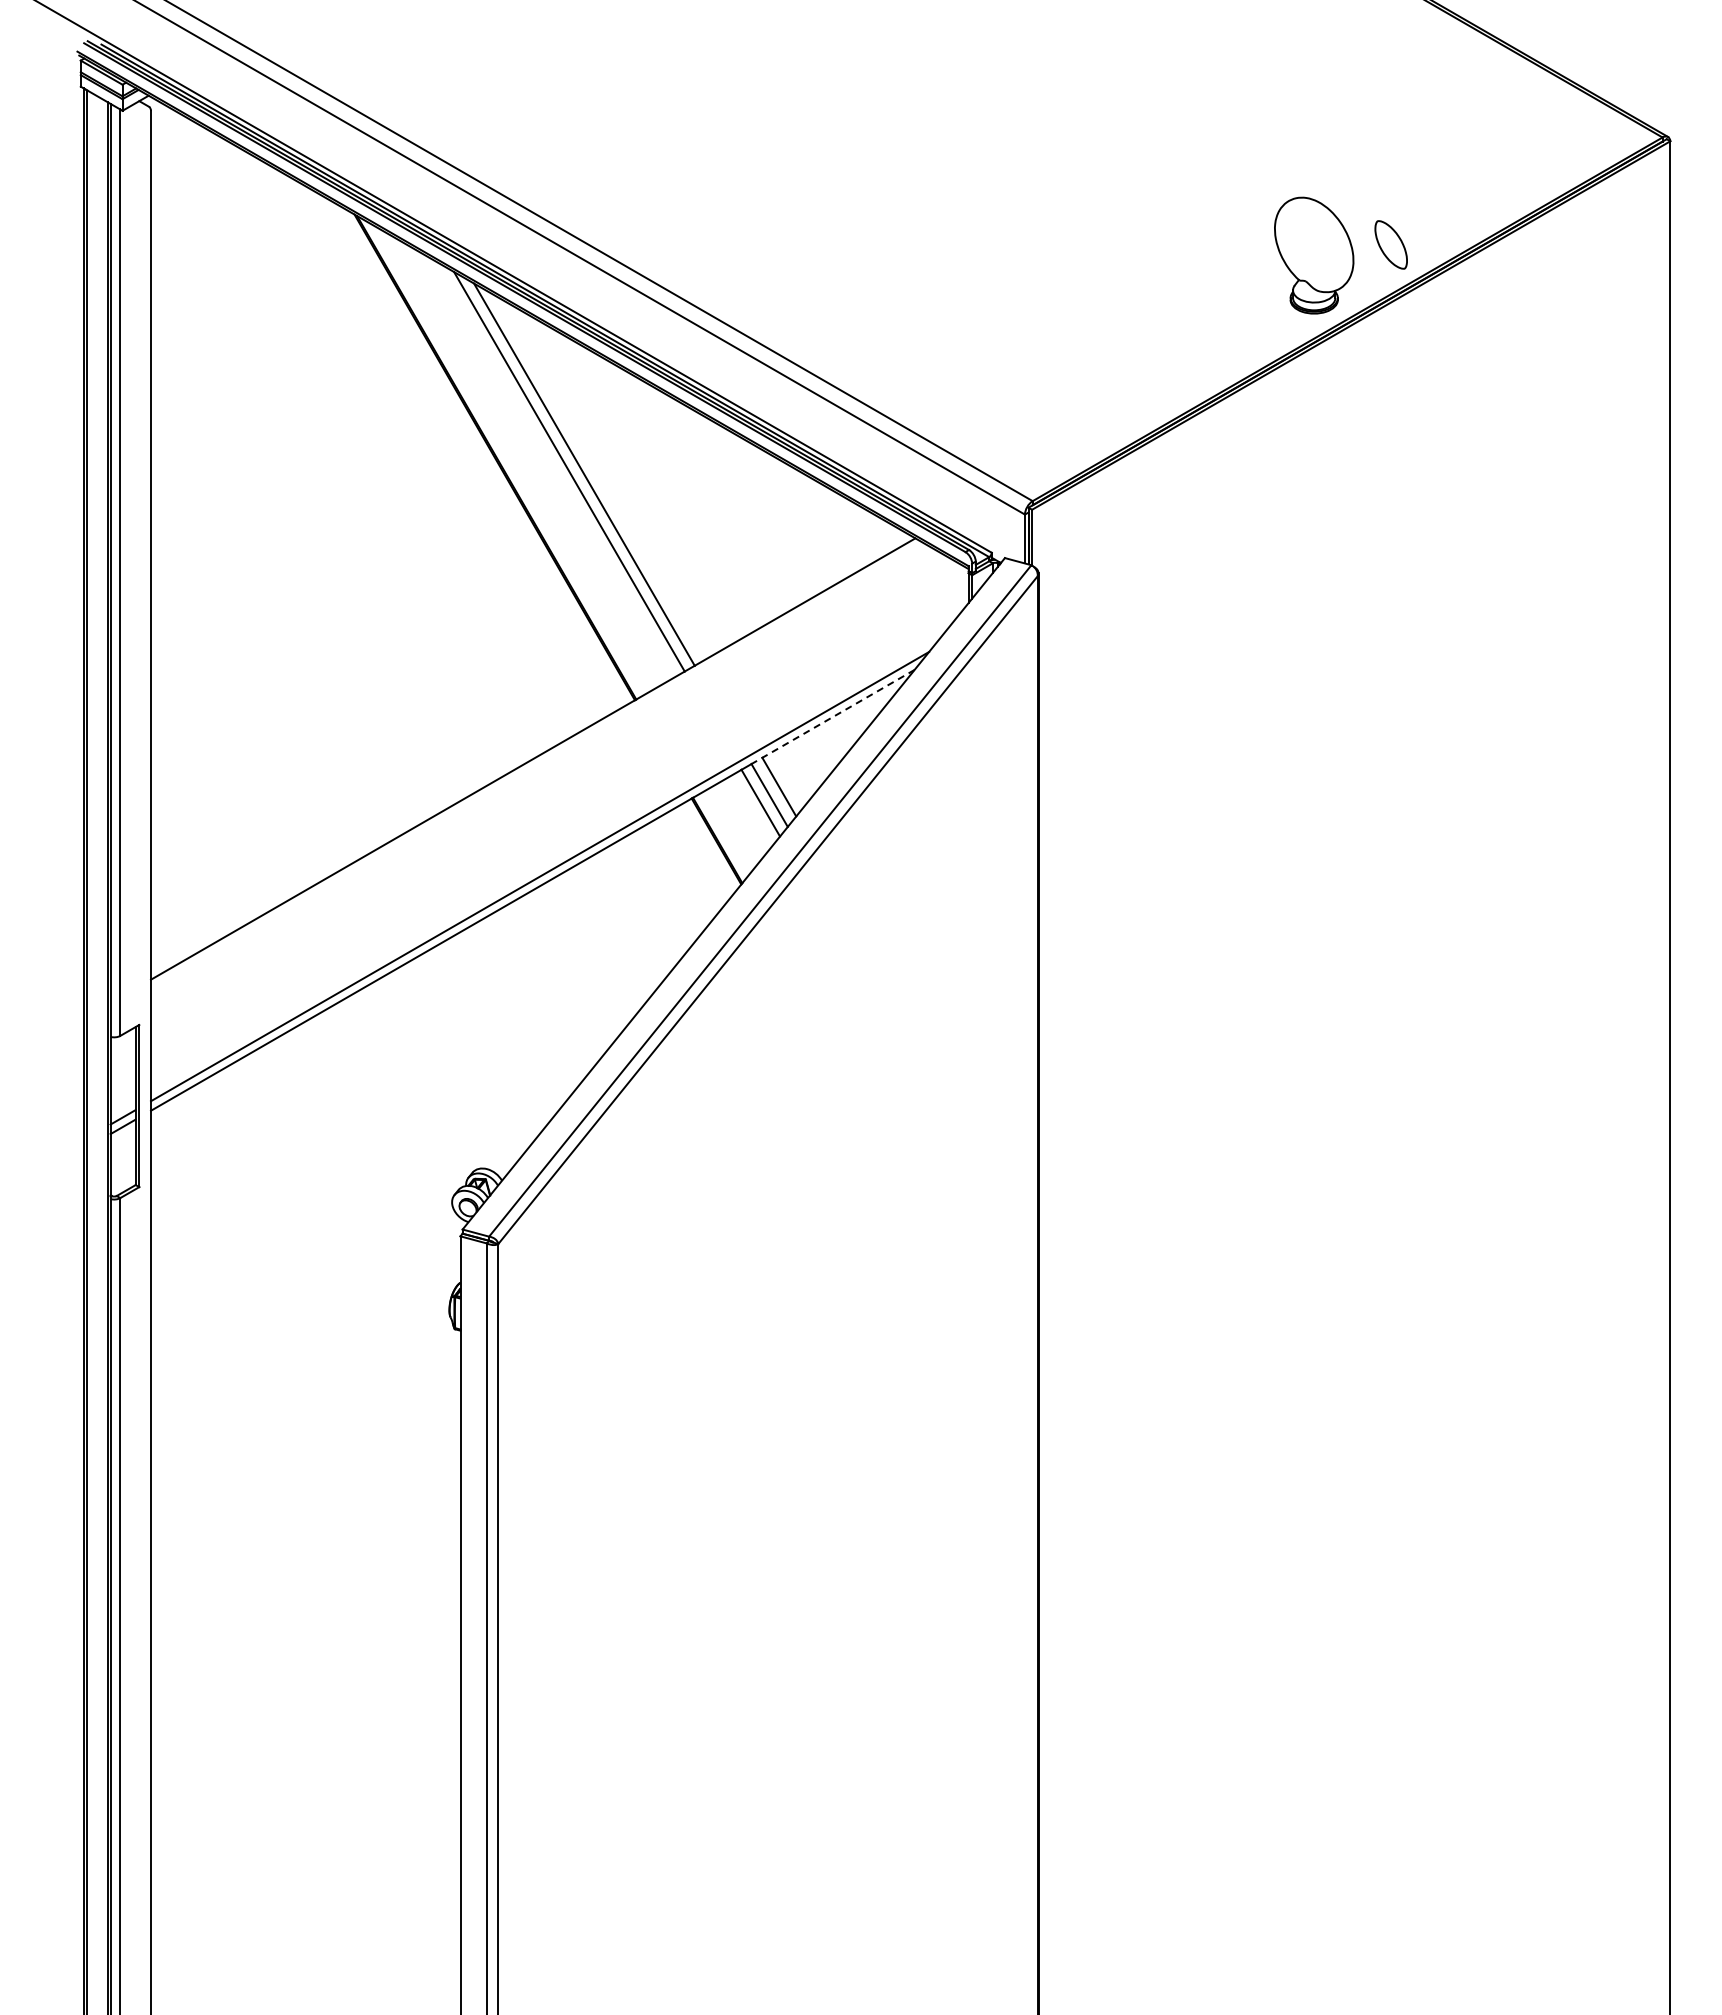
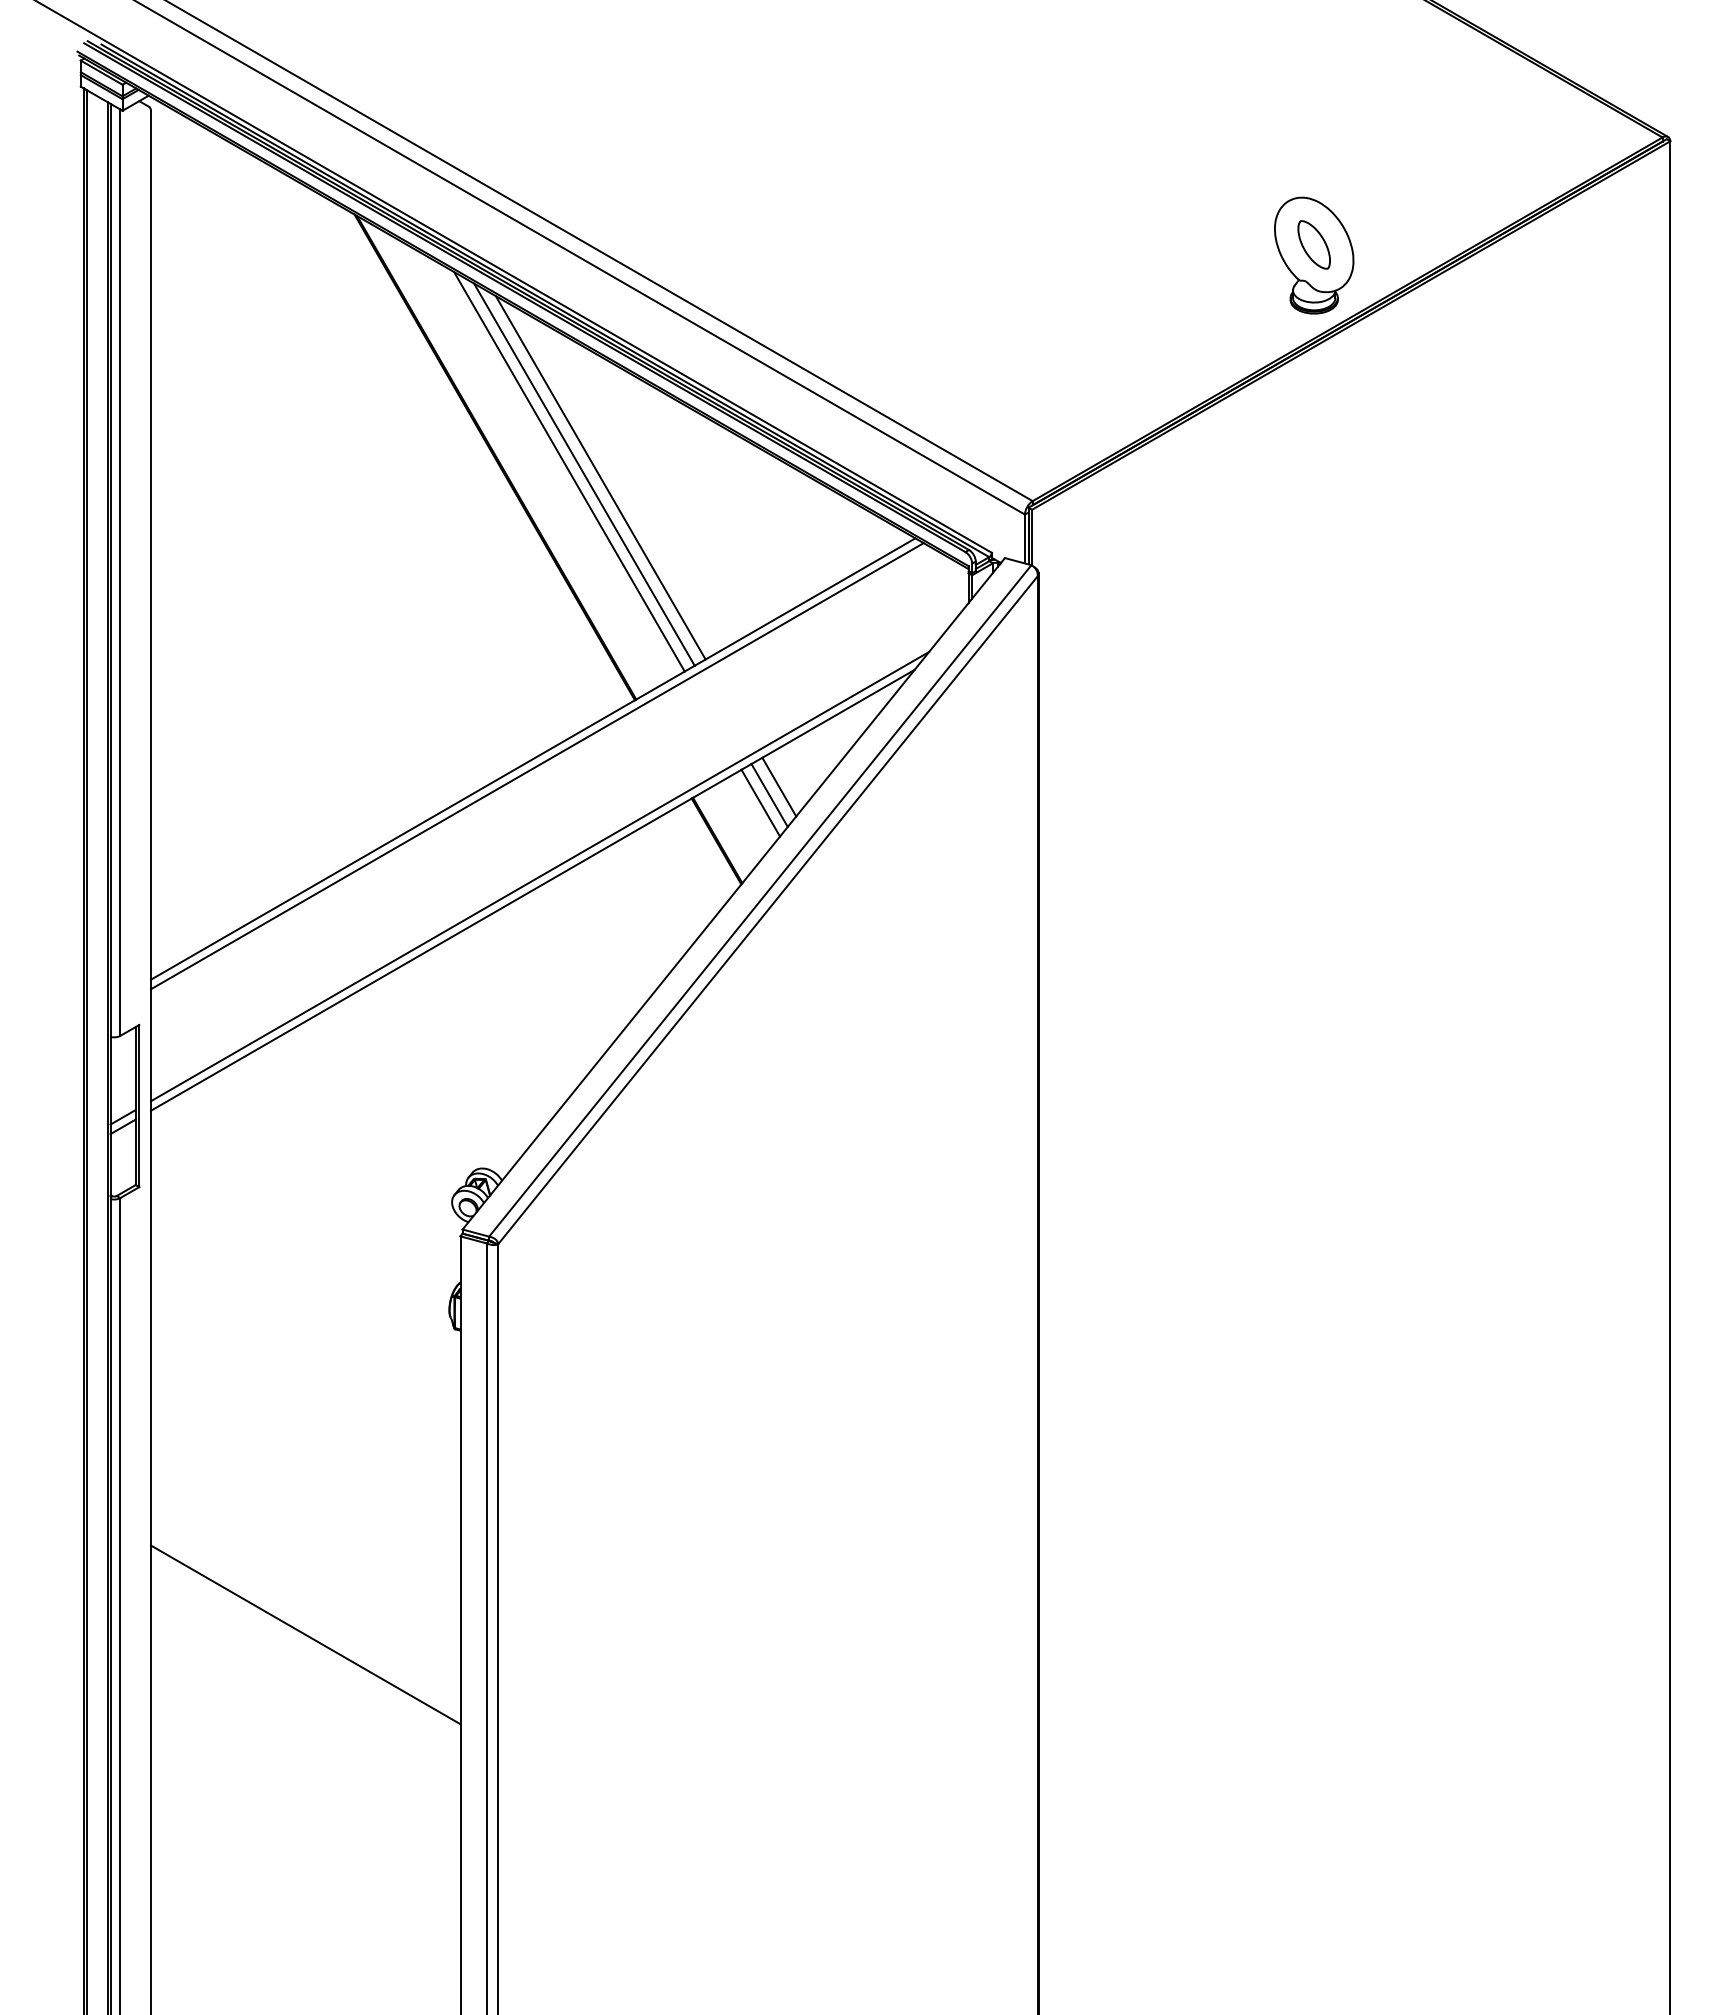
part at (1390, 244) position: (1390, 244) -> (1313, 244)
line at (600, 477): none -> present
line at (832, 717): dashed -> solid
line at (537, 766): none -> present
line at (305, 1634): none -> present
